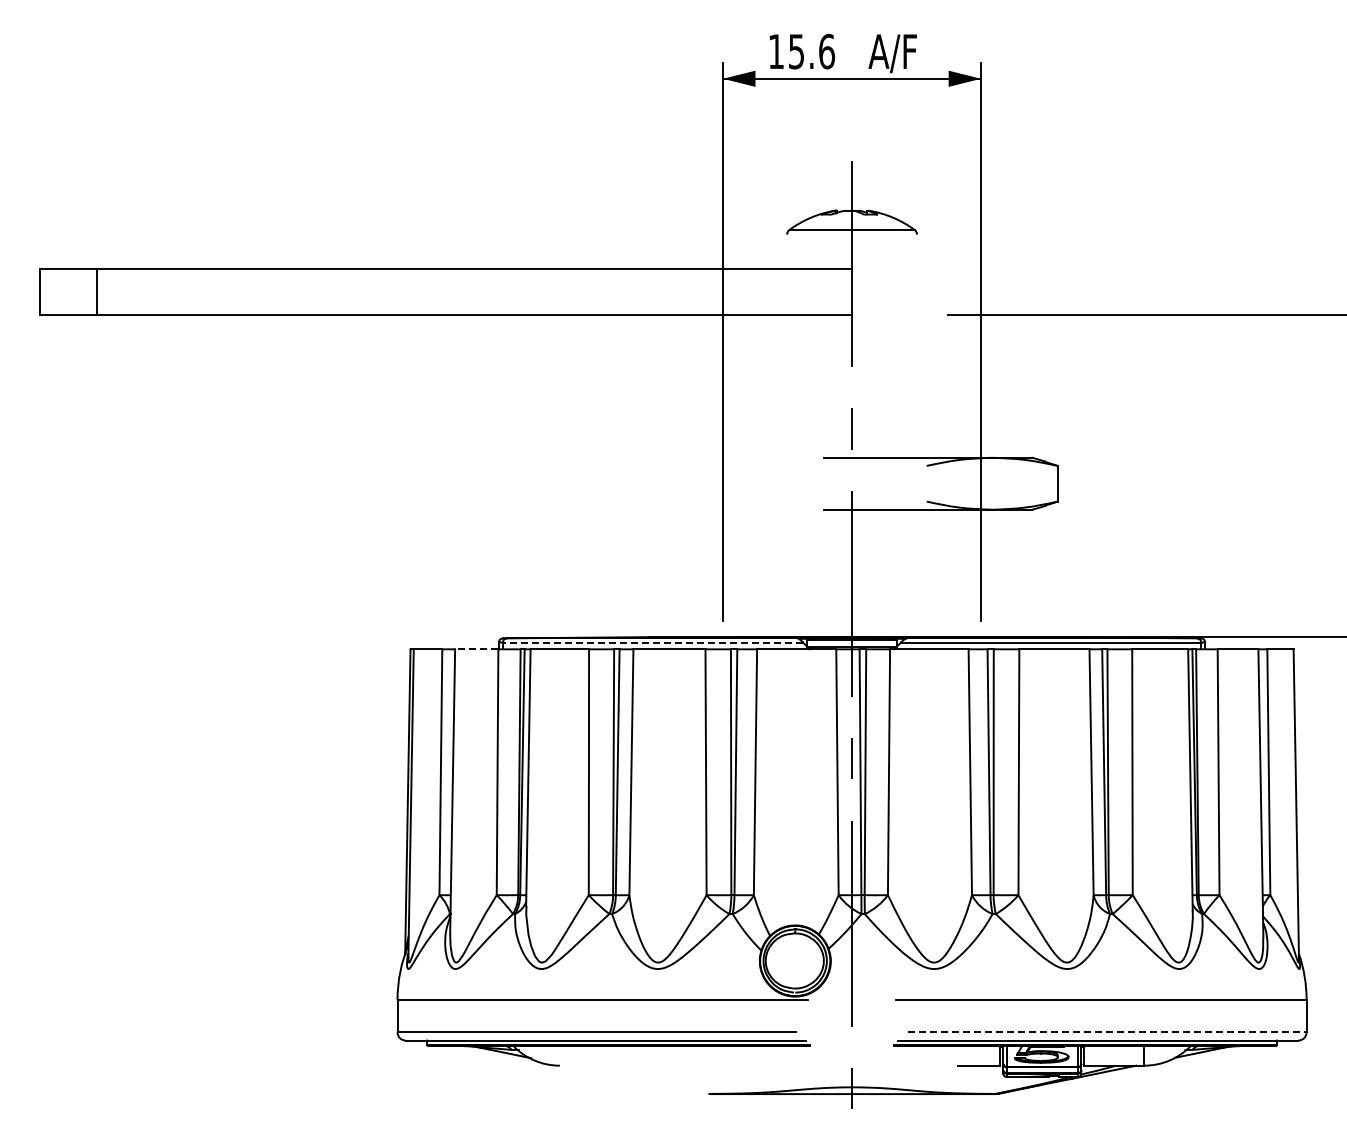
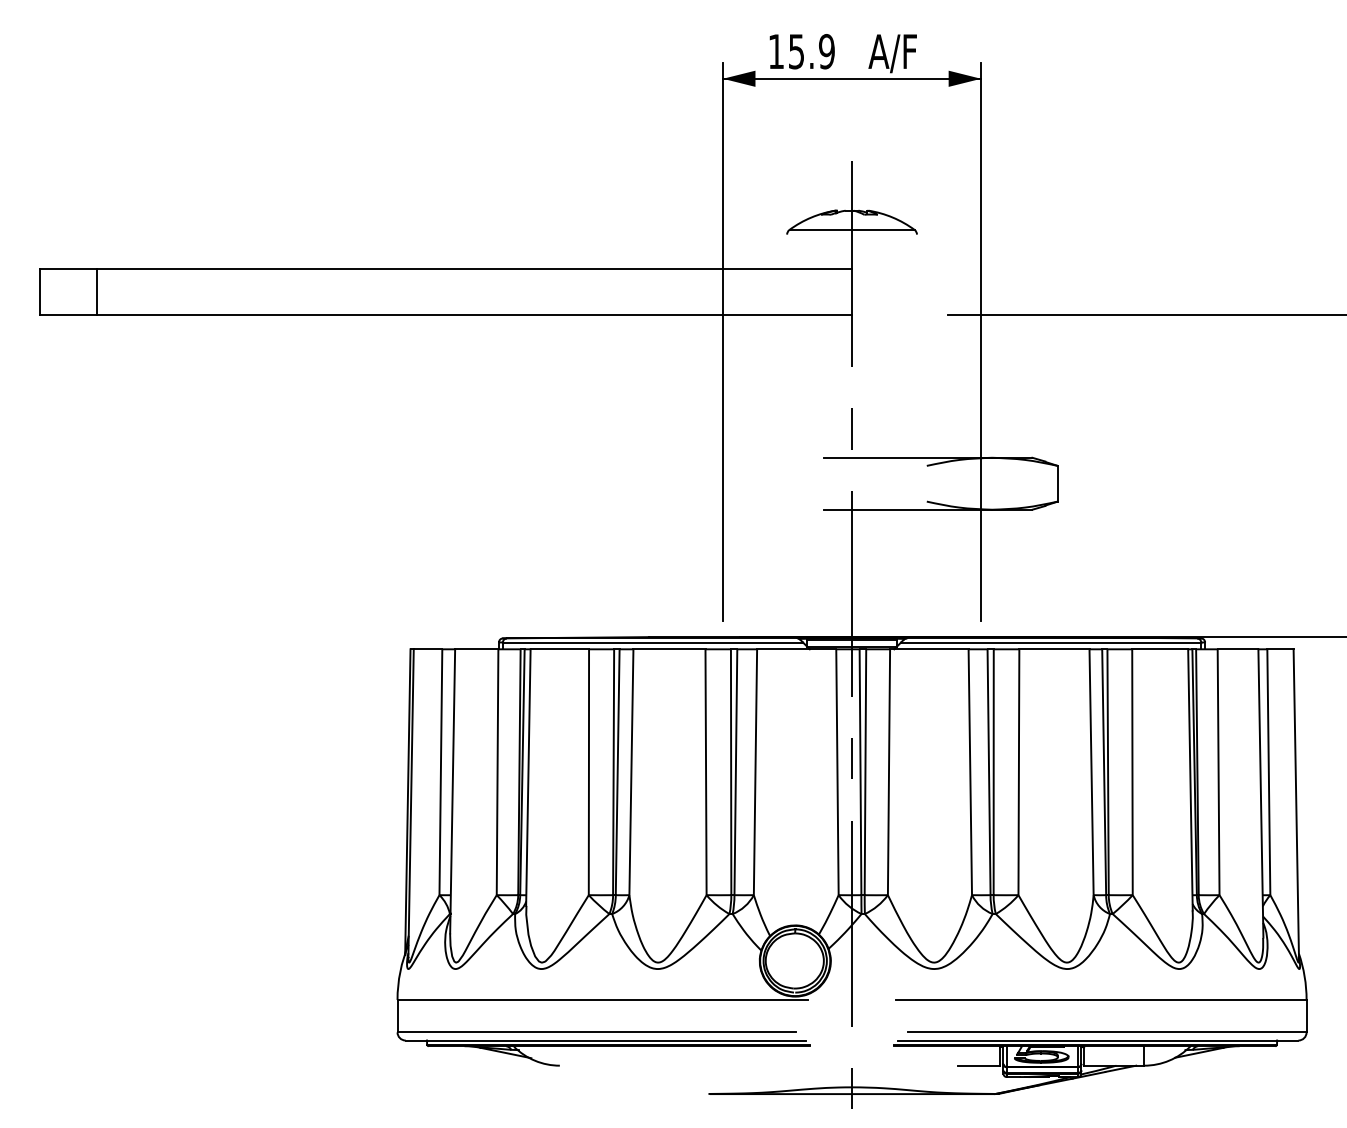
text at (827, 51): 15.6 -> 15.9
line at (652, 642): dashed -> solid
line at (476, 649): dashed -> solid
line at (1107, 1032): dashed -> solid
